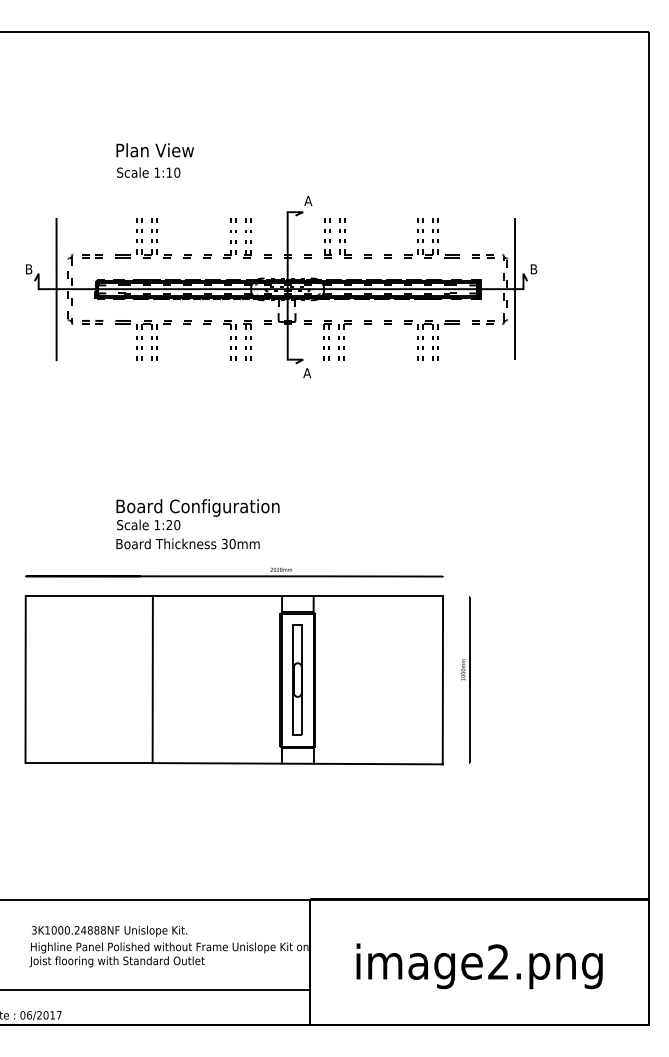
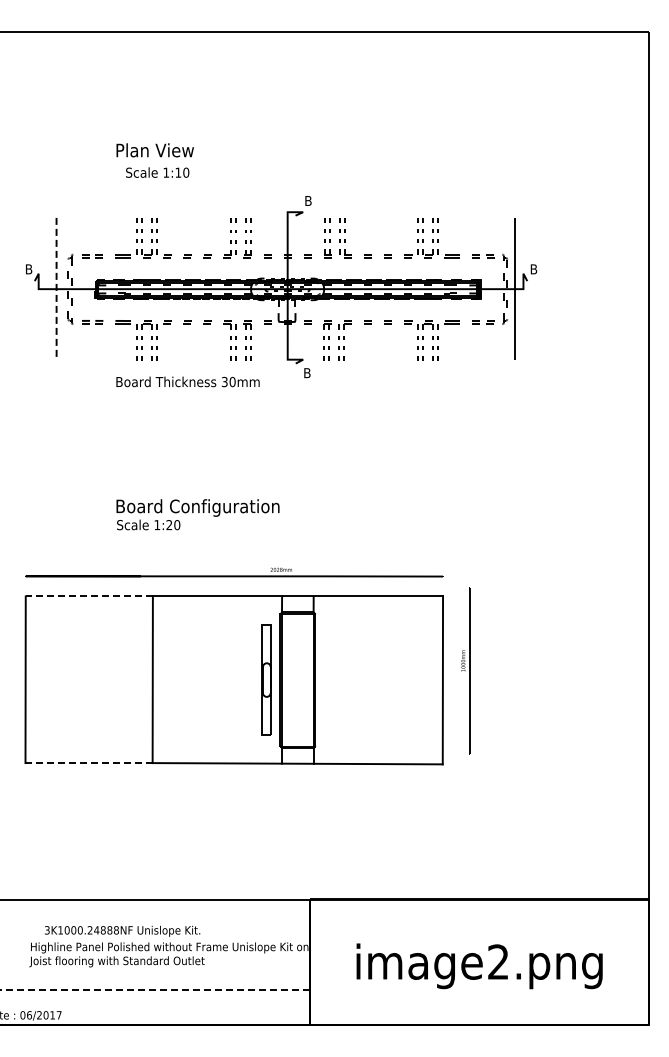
text at (148, 172) position: (148, 172) -> (157, 172)
text at (308, 200): A -> B
line at (56, 289): solid -> dashed
text at (307, 373): A -> B
text at (187, 543) position: (187, 543) -> (187, 381)
line at (89, 596): solid -> dashed
part at (297, 679) position: (297, 679) -> (266, 679)
part at (465, 679) position: (465, 679) -> (465, 670)
line at (89, 763): solid -> dashed
text at (109, 930) position: (109, 930) -> (122, 930)
line at (155, 989): solid -> dashed
